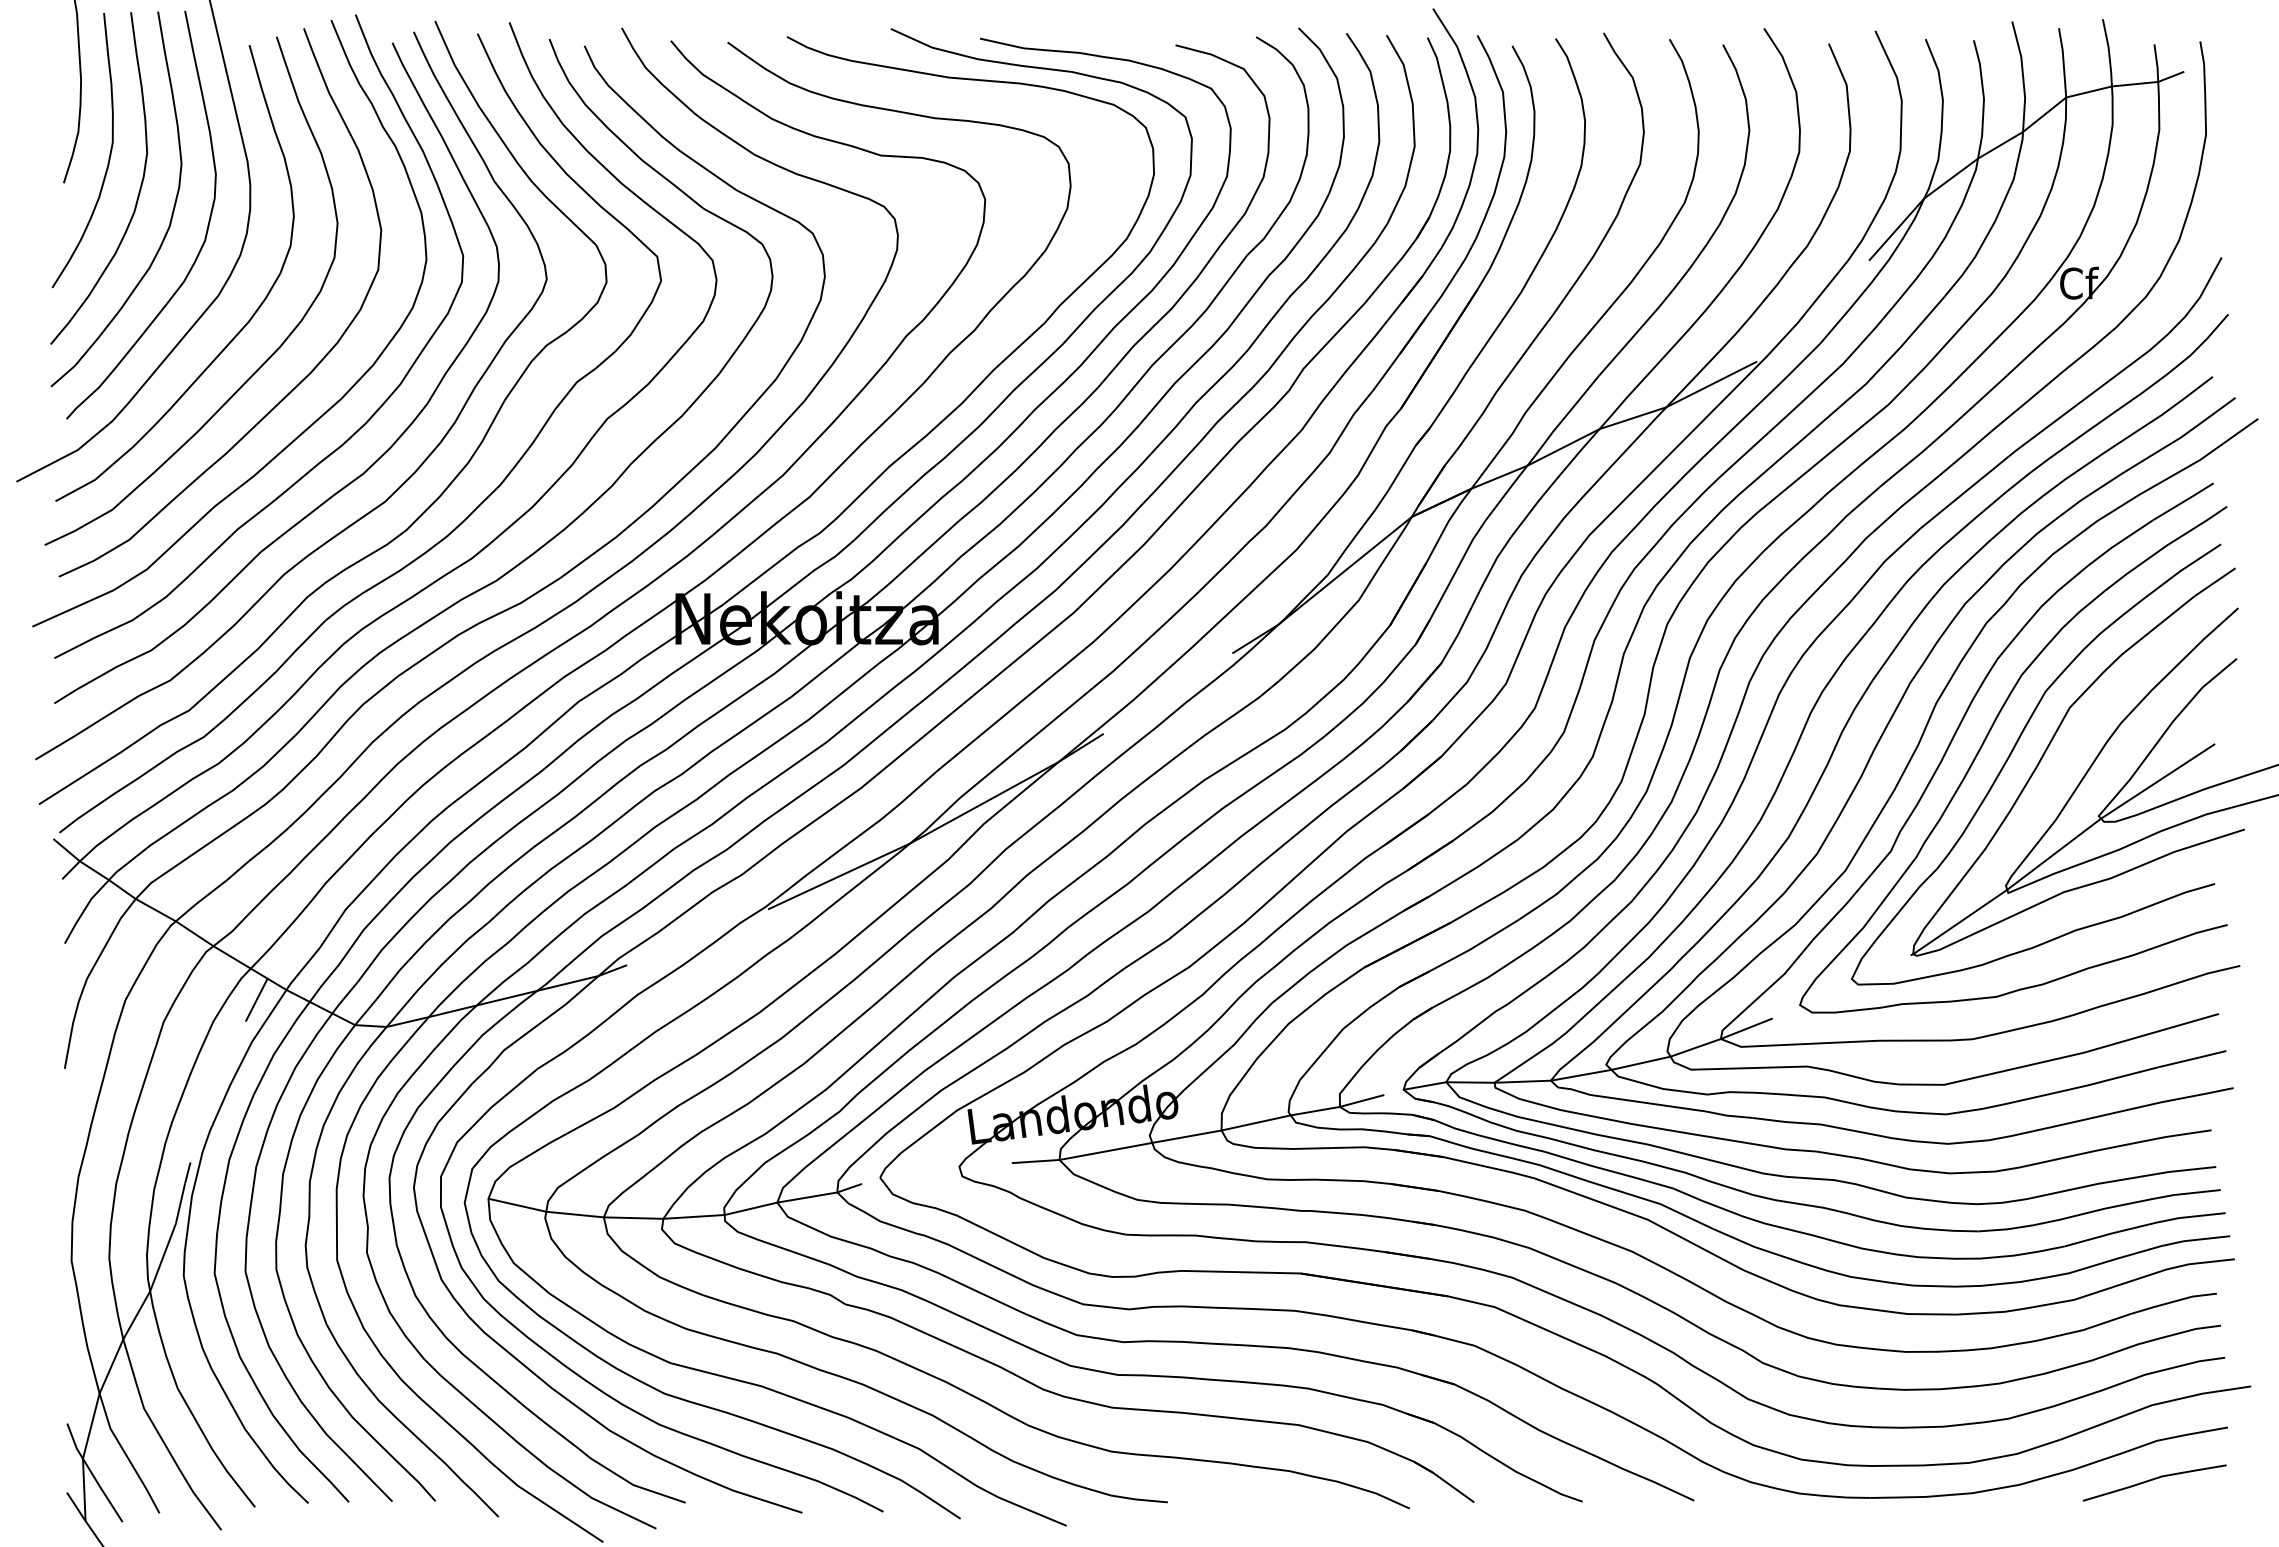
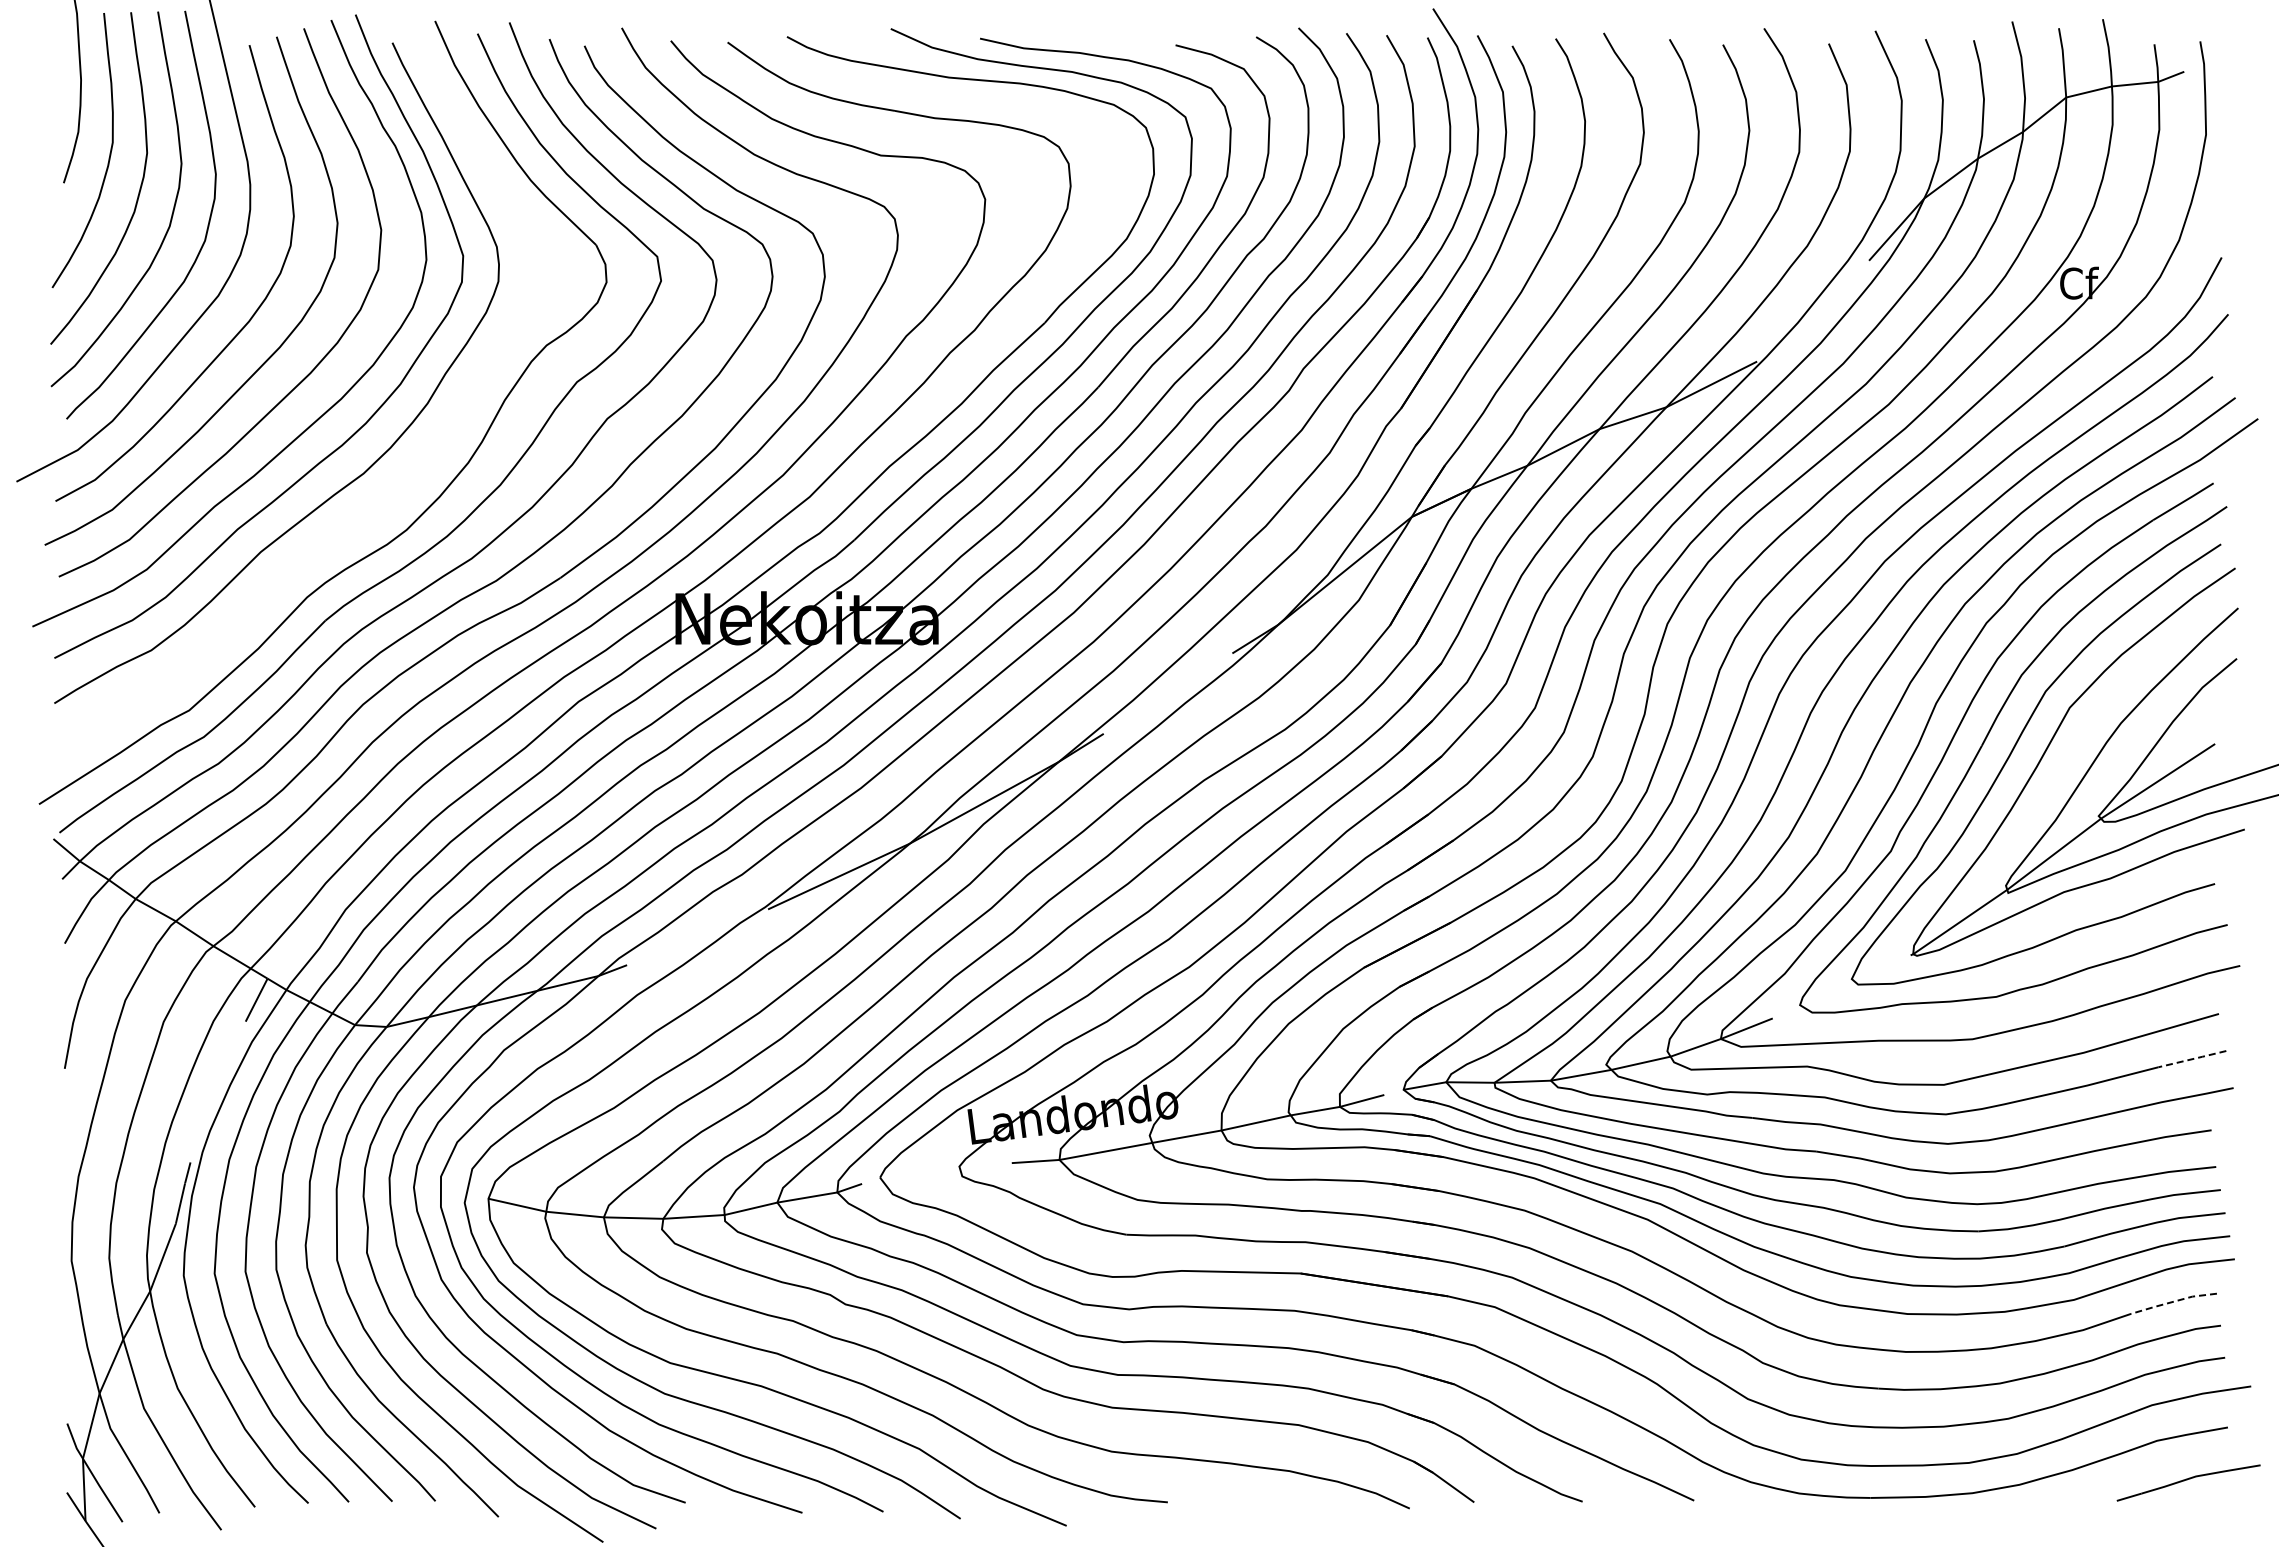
curve at (367, 512): present -> none
line at (2192, 1059): solid -> dashed
line at (2173, 1301): solid -> dashed
part at (2154, 1482) position: (2154, 1482) -> (2188, 1482)
